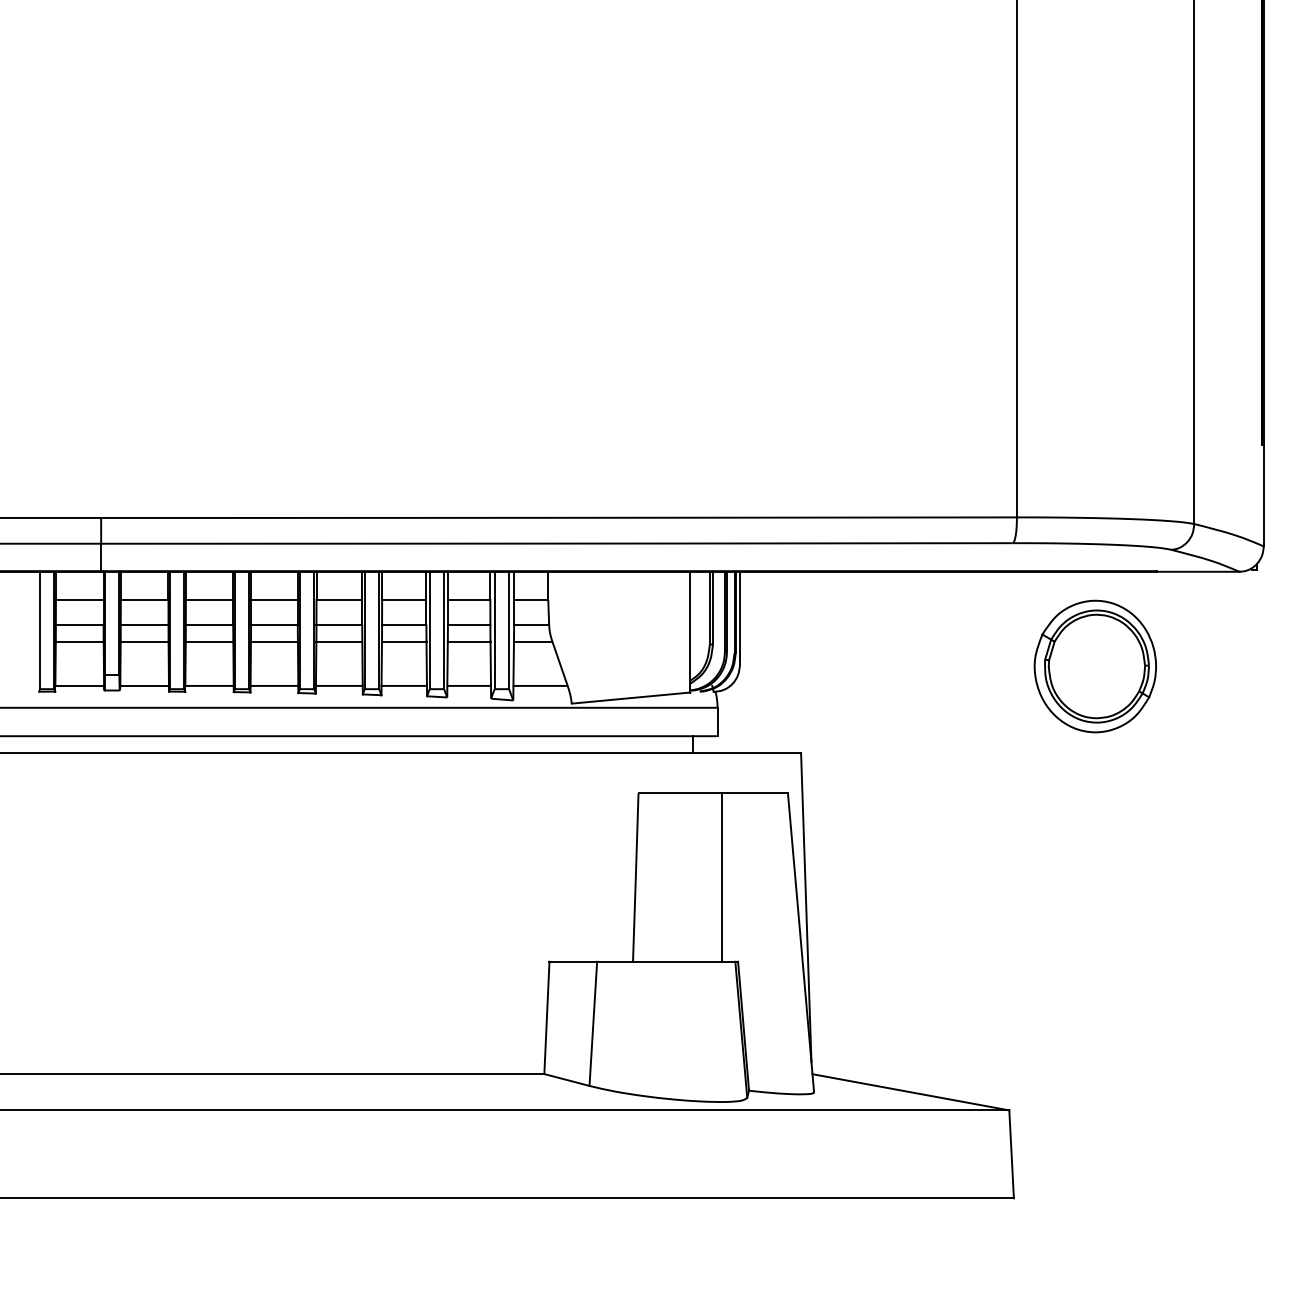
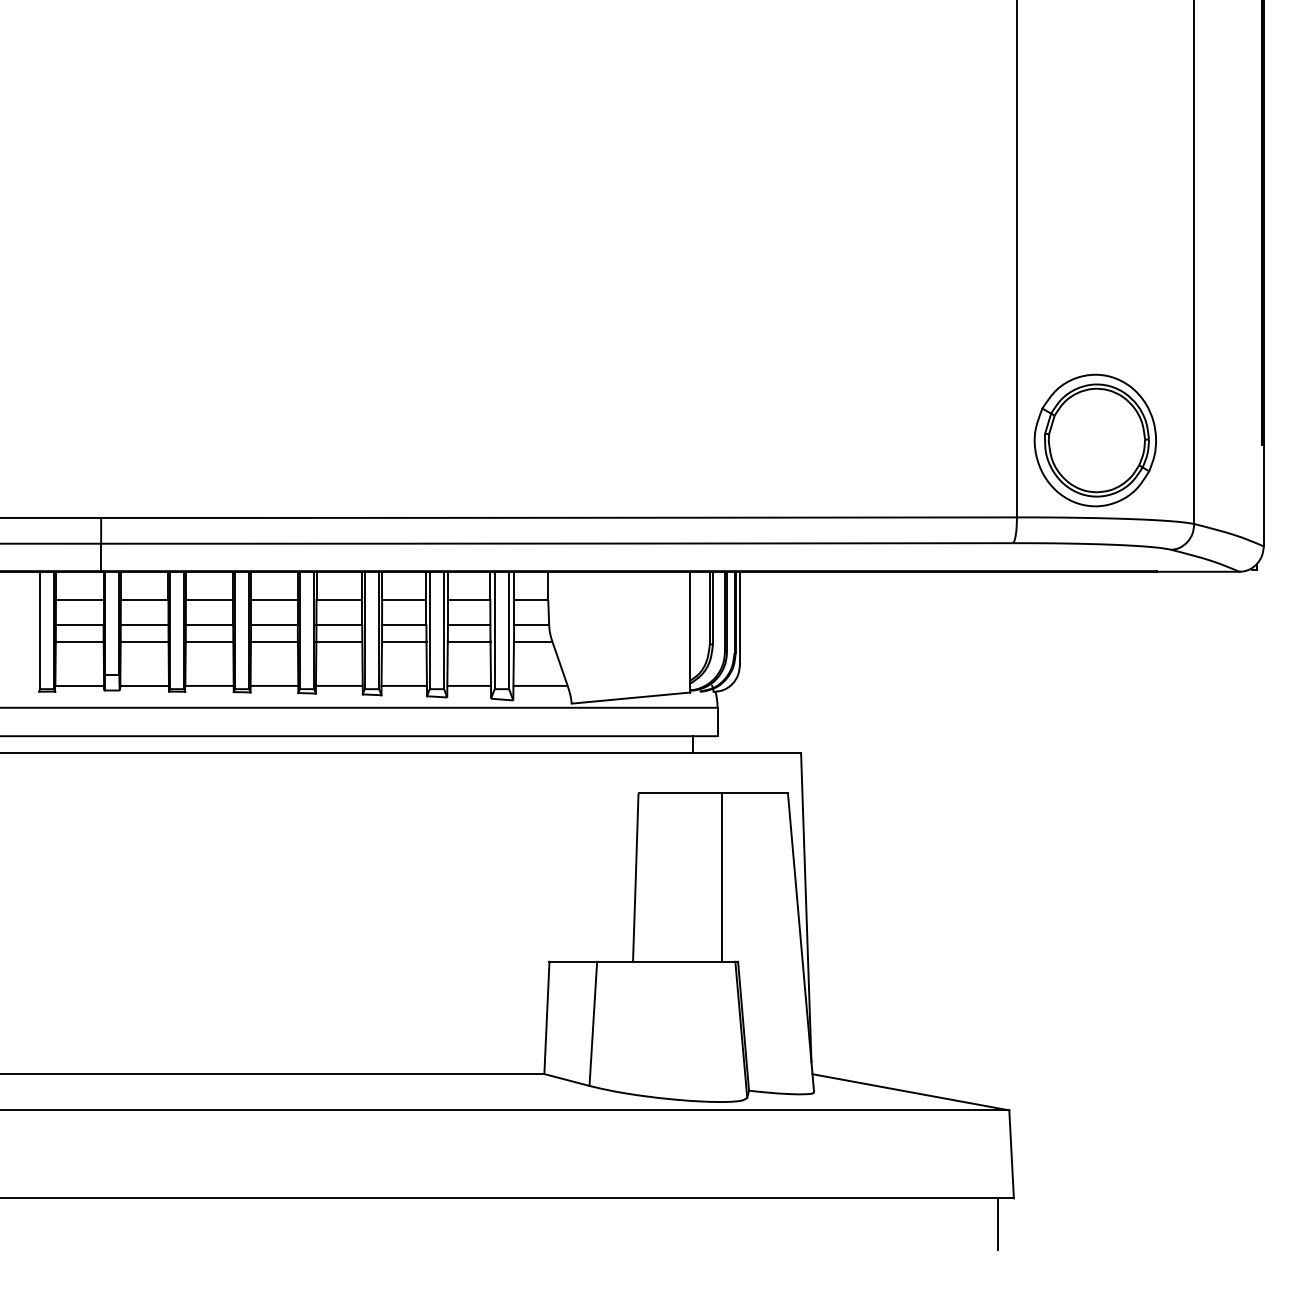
part at (1094, 666) position: (1094, 666) -> (1094, 440)
line at (997, 1224): none -> present
